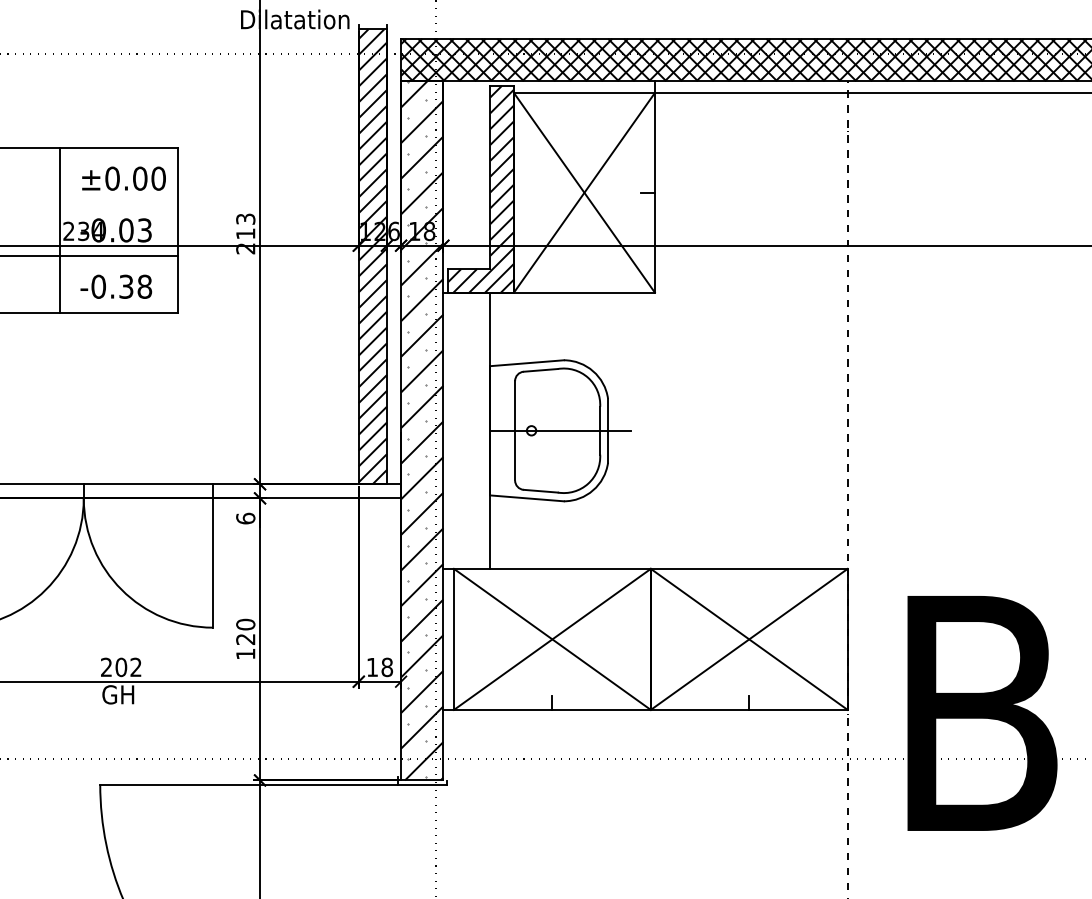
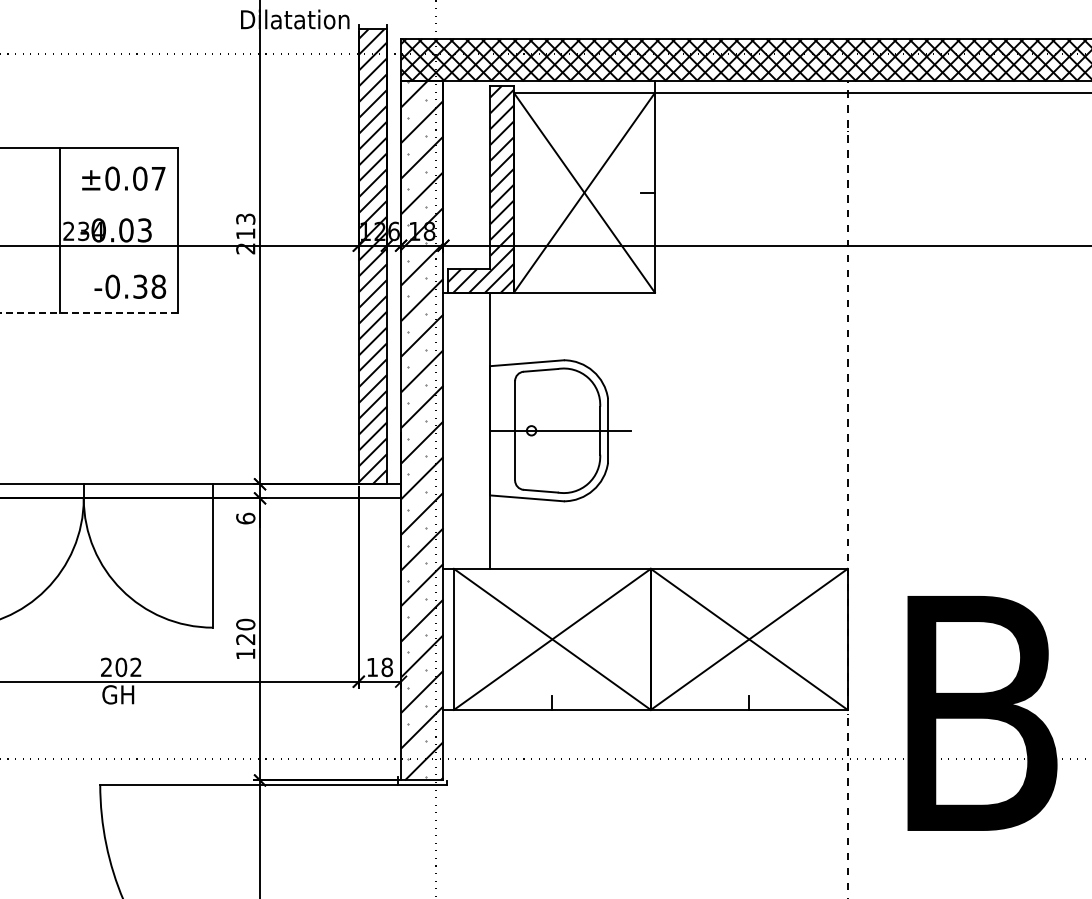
text at (158, 178): ±0.00 -> ±0.07
line at (89, 256): present -> none
text at (116, 286) position: (116, 286) -> (130, 286)
line at (89, 312): solid -> dashed
